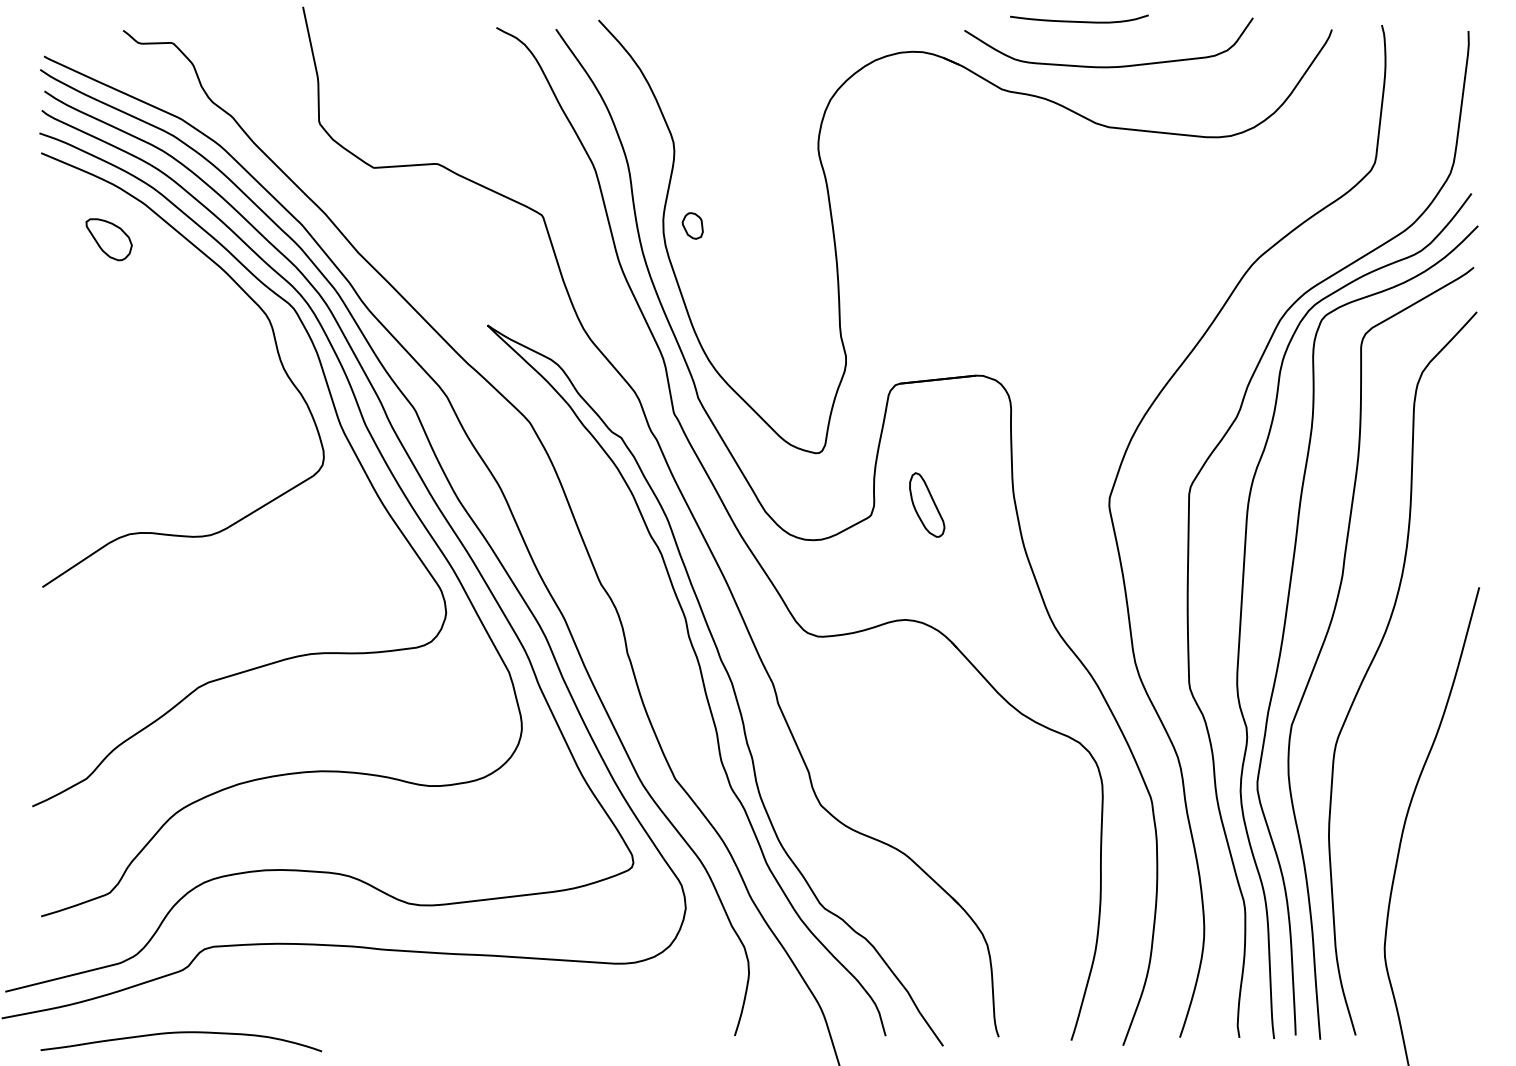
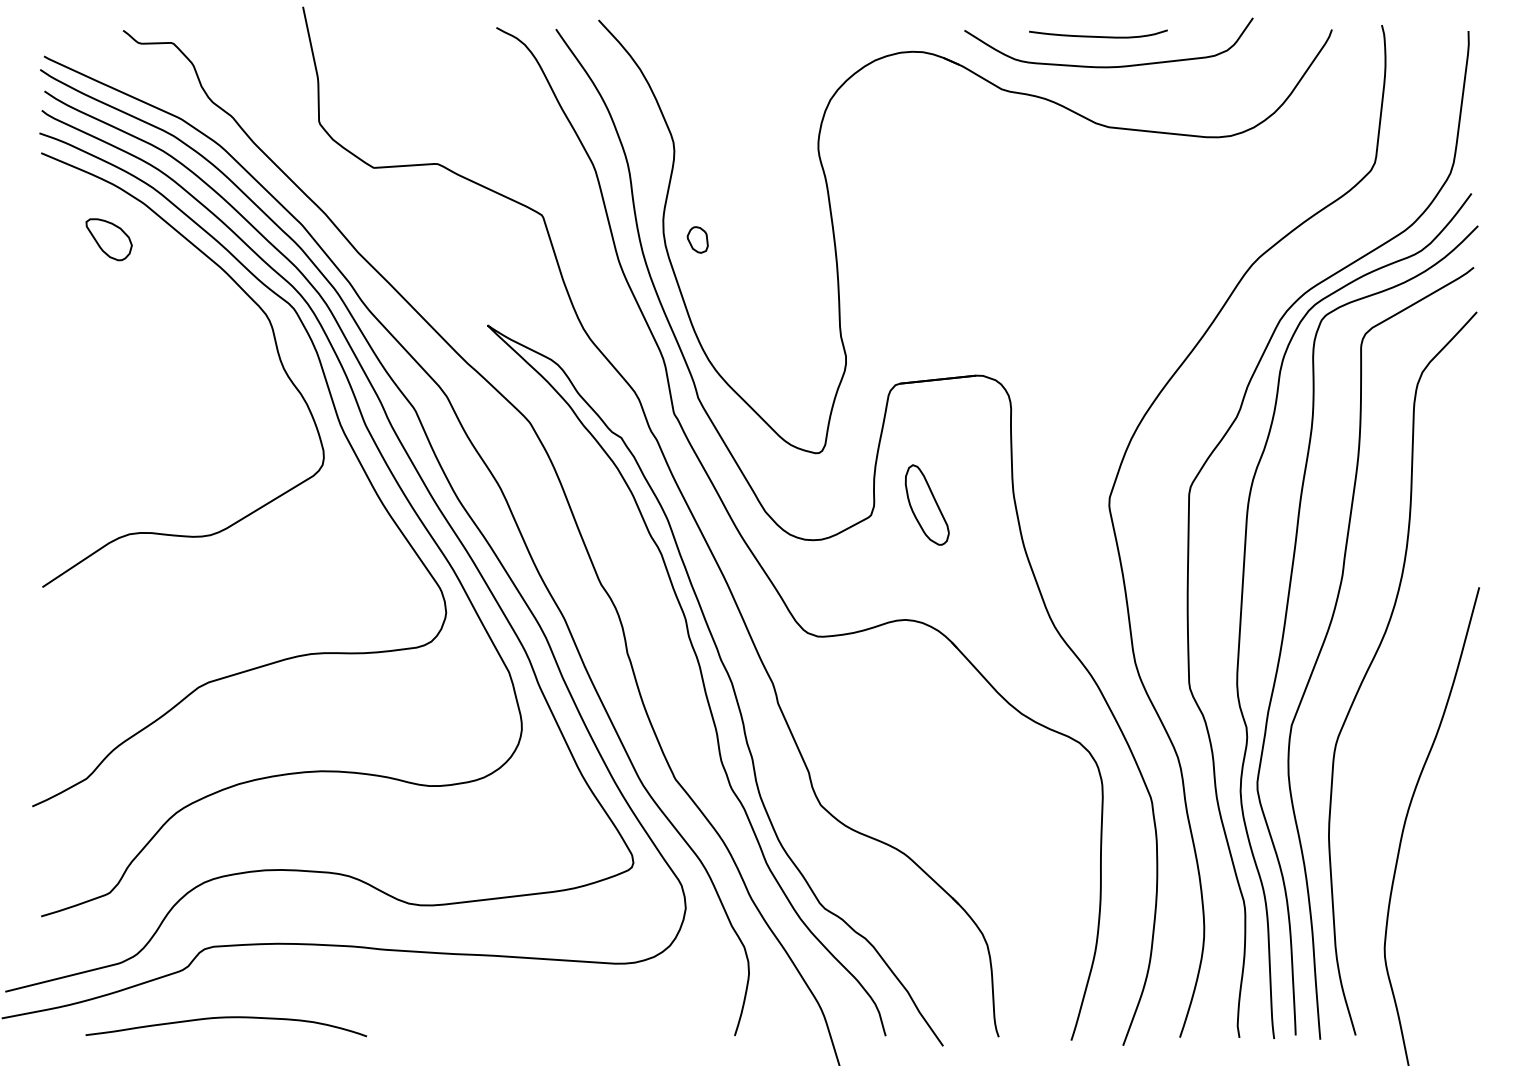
curve at (1079, 21) position: (1079, 21) -> (1098, 36)
part at (692, 225) position: (692, 225) -> (697, 239)
part at (927, 504) size: 37x66 px -> 46x82 px
curve at (181, 1033) position: (181, 1033) -> (226, 1018)
